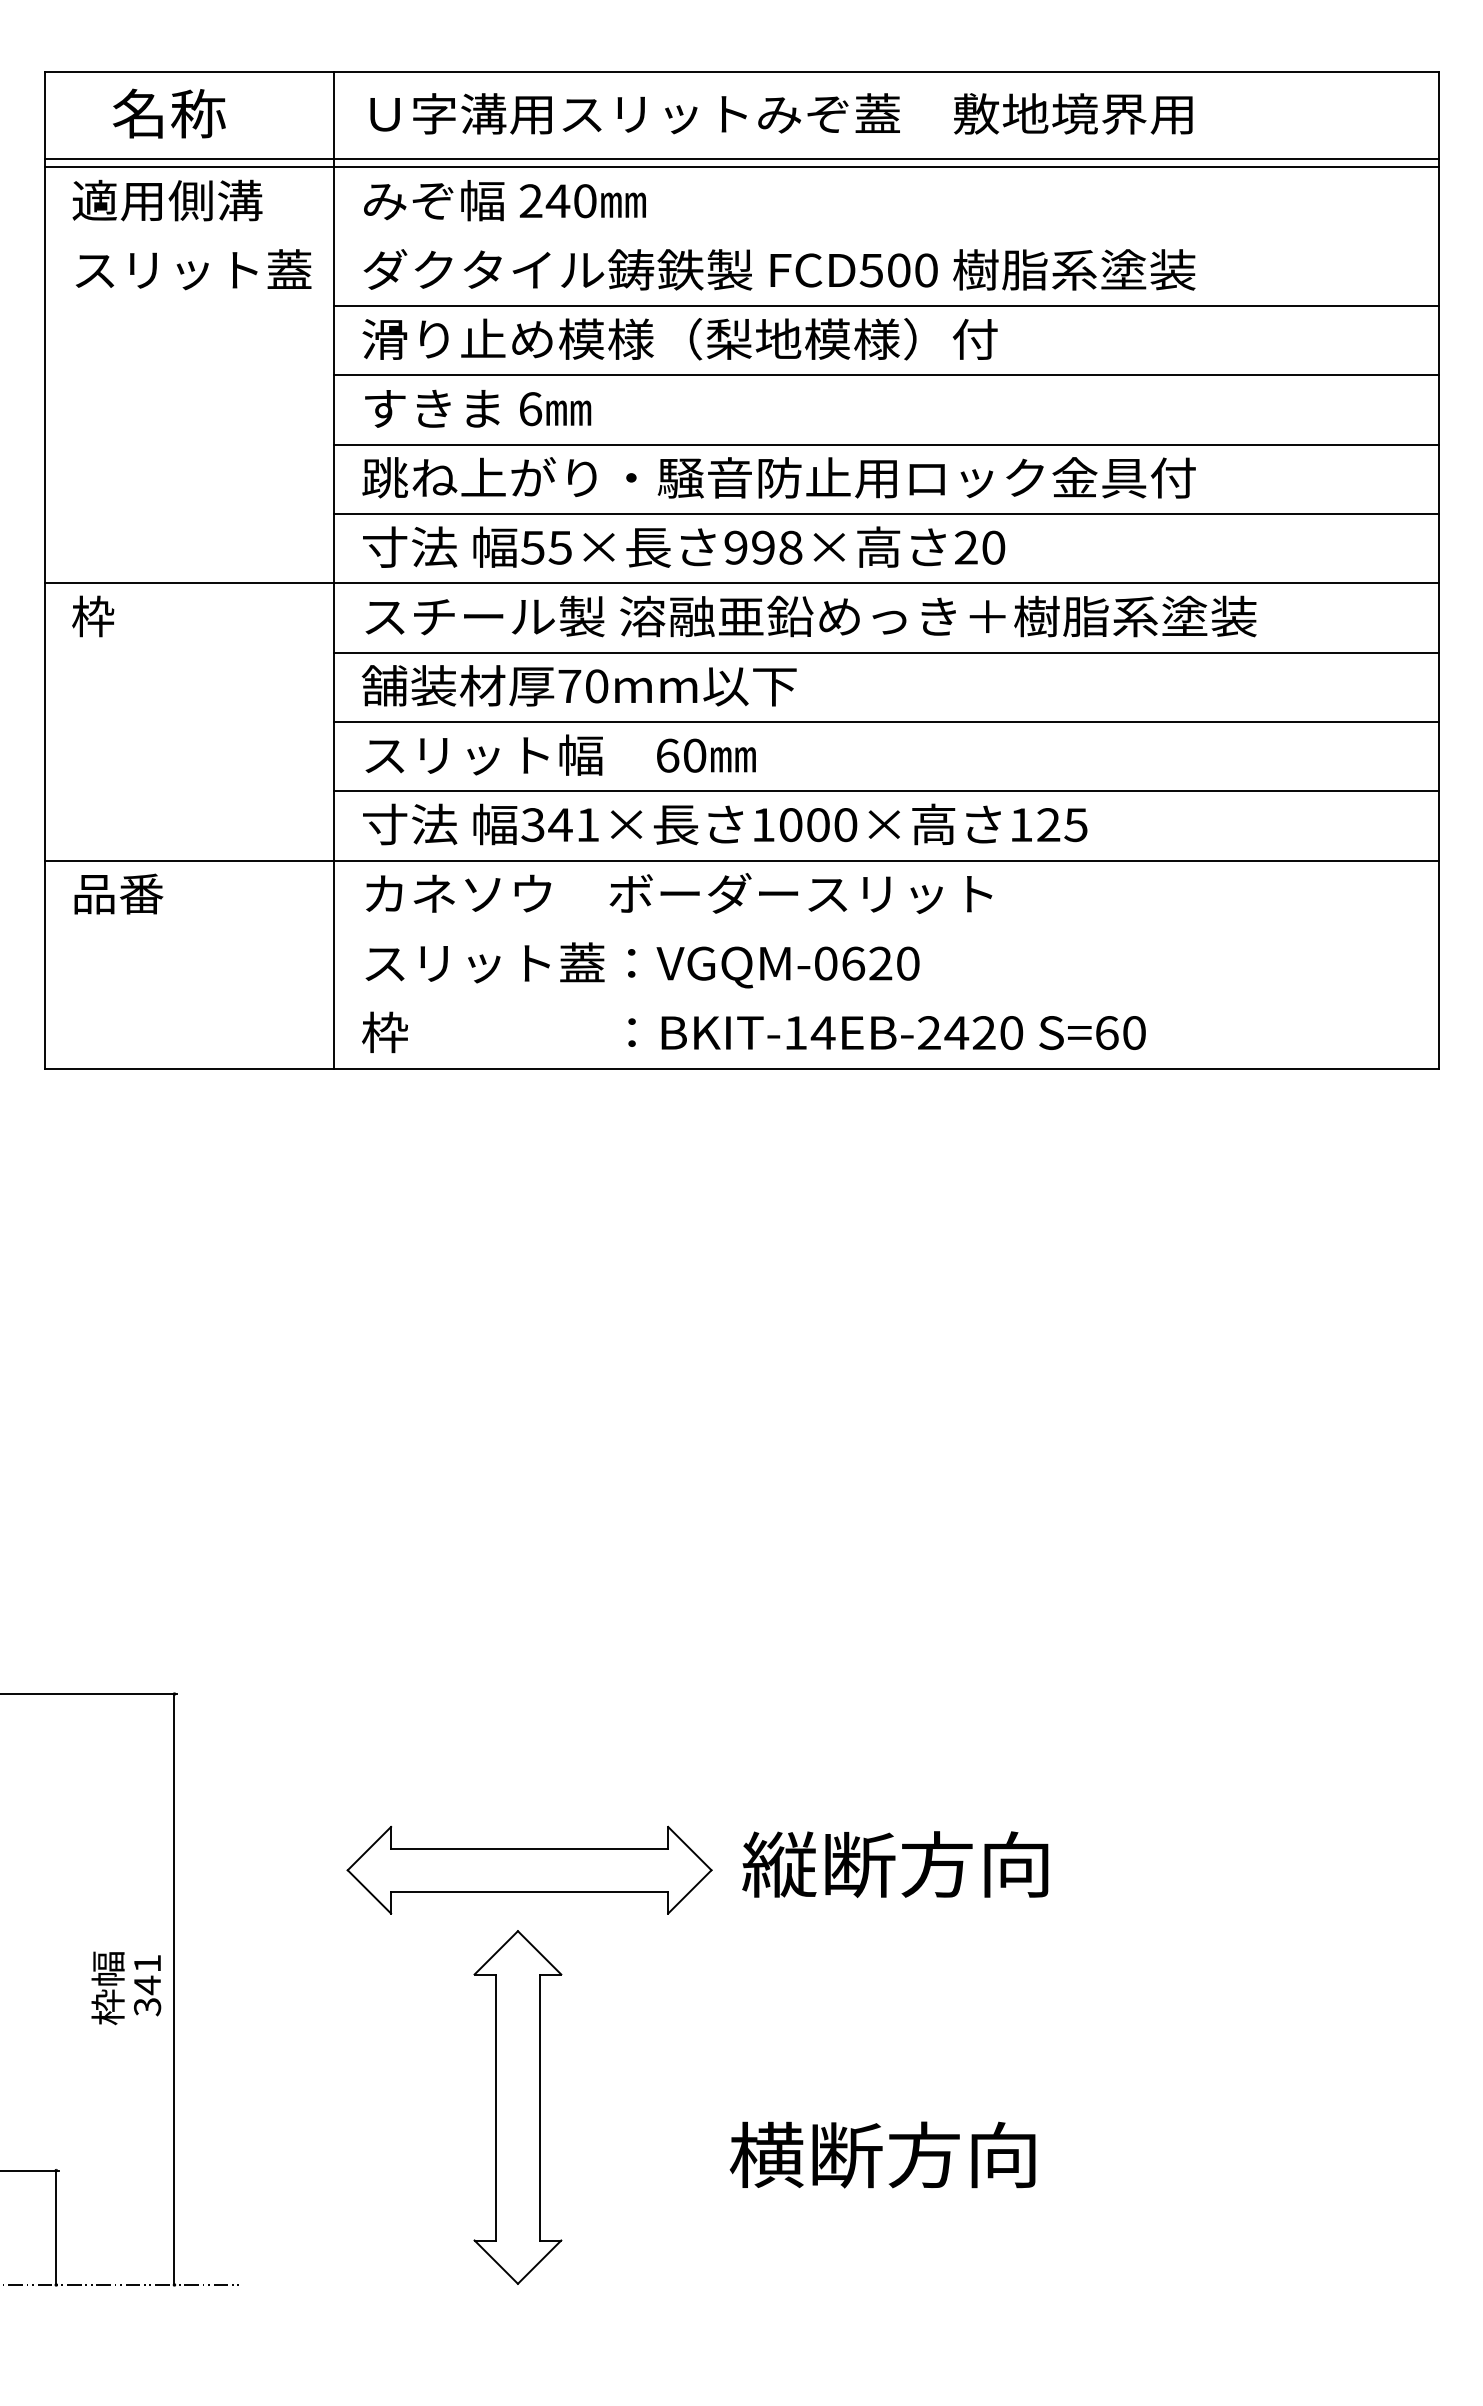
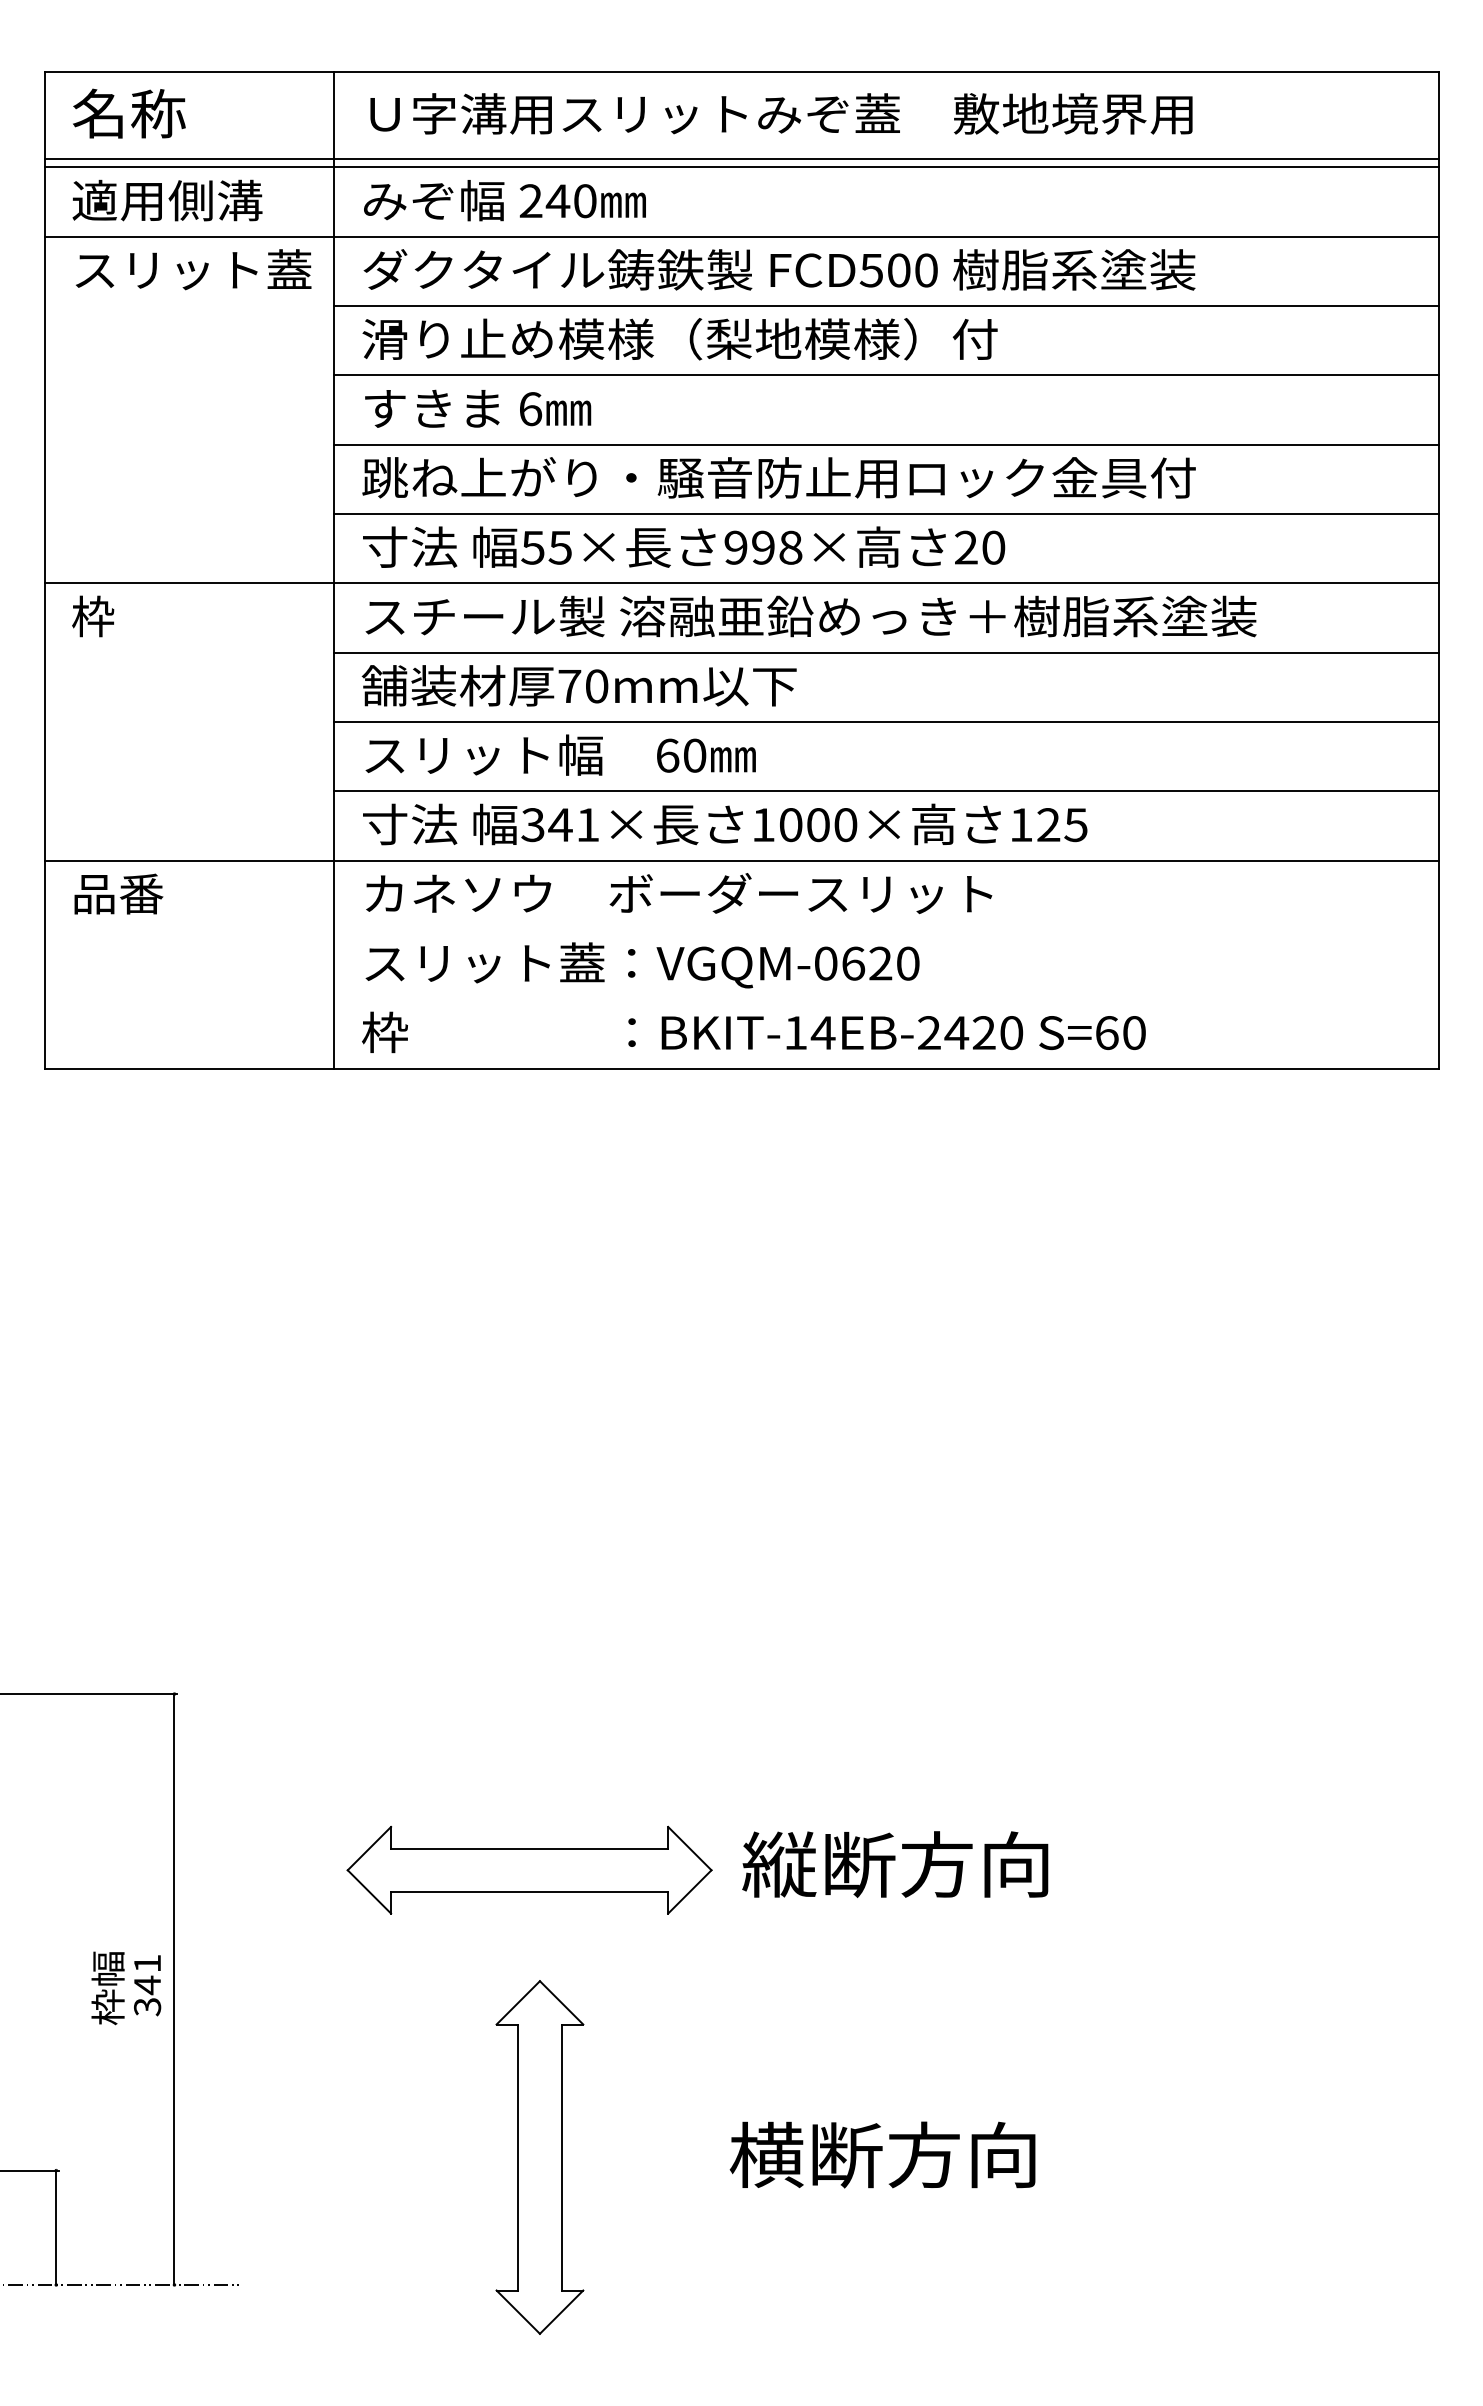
text at (169, 113) position: (169, 113) -> (129, 113)
line at (741, 236): none -> present
part at (517, 2107) position: (517, 2107) -> (539, 2157)
